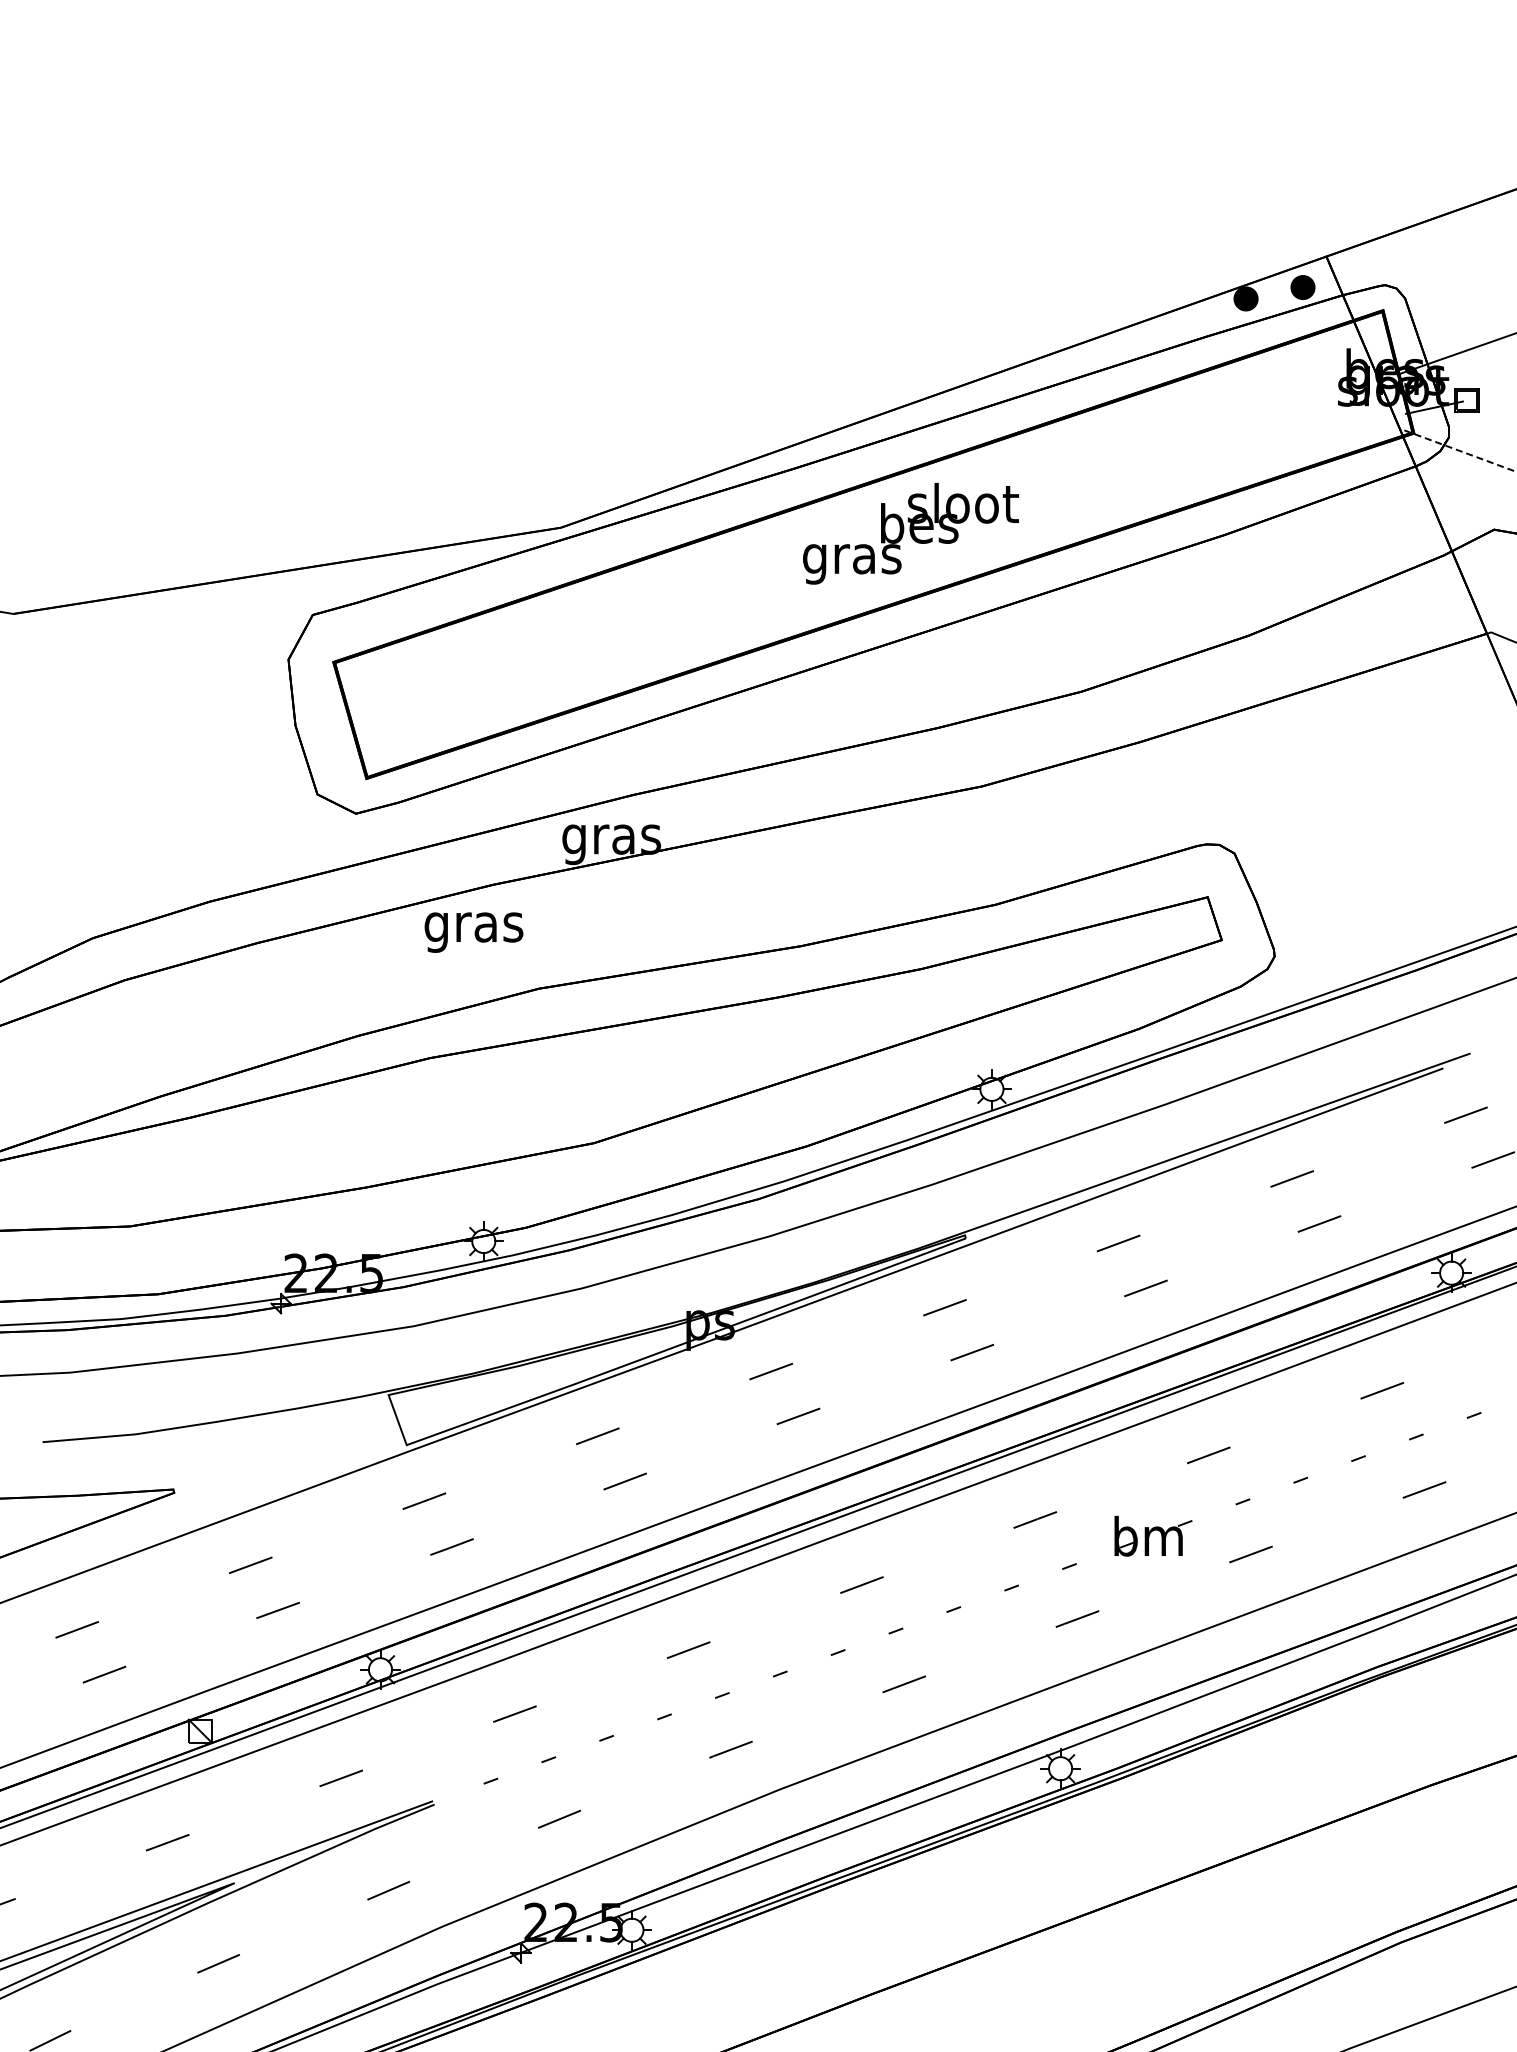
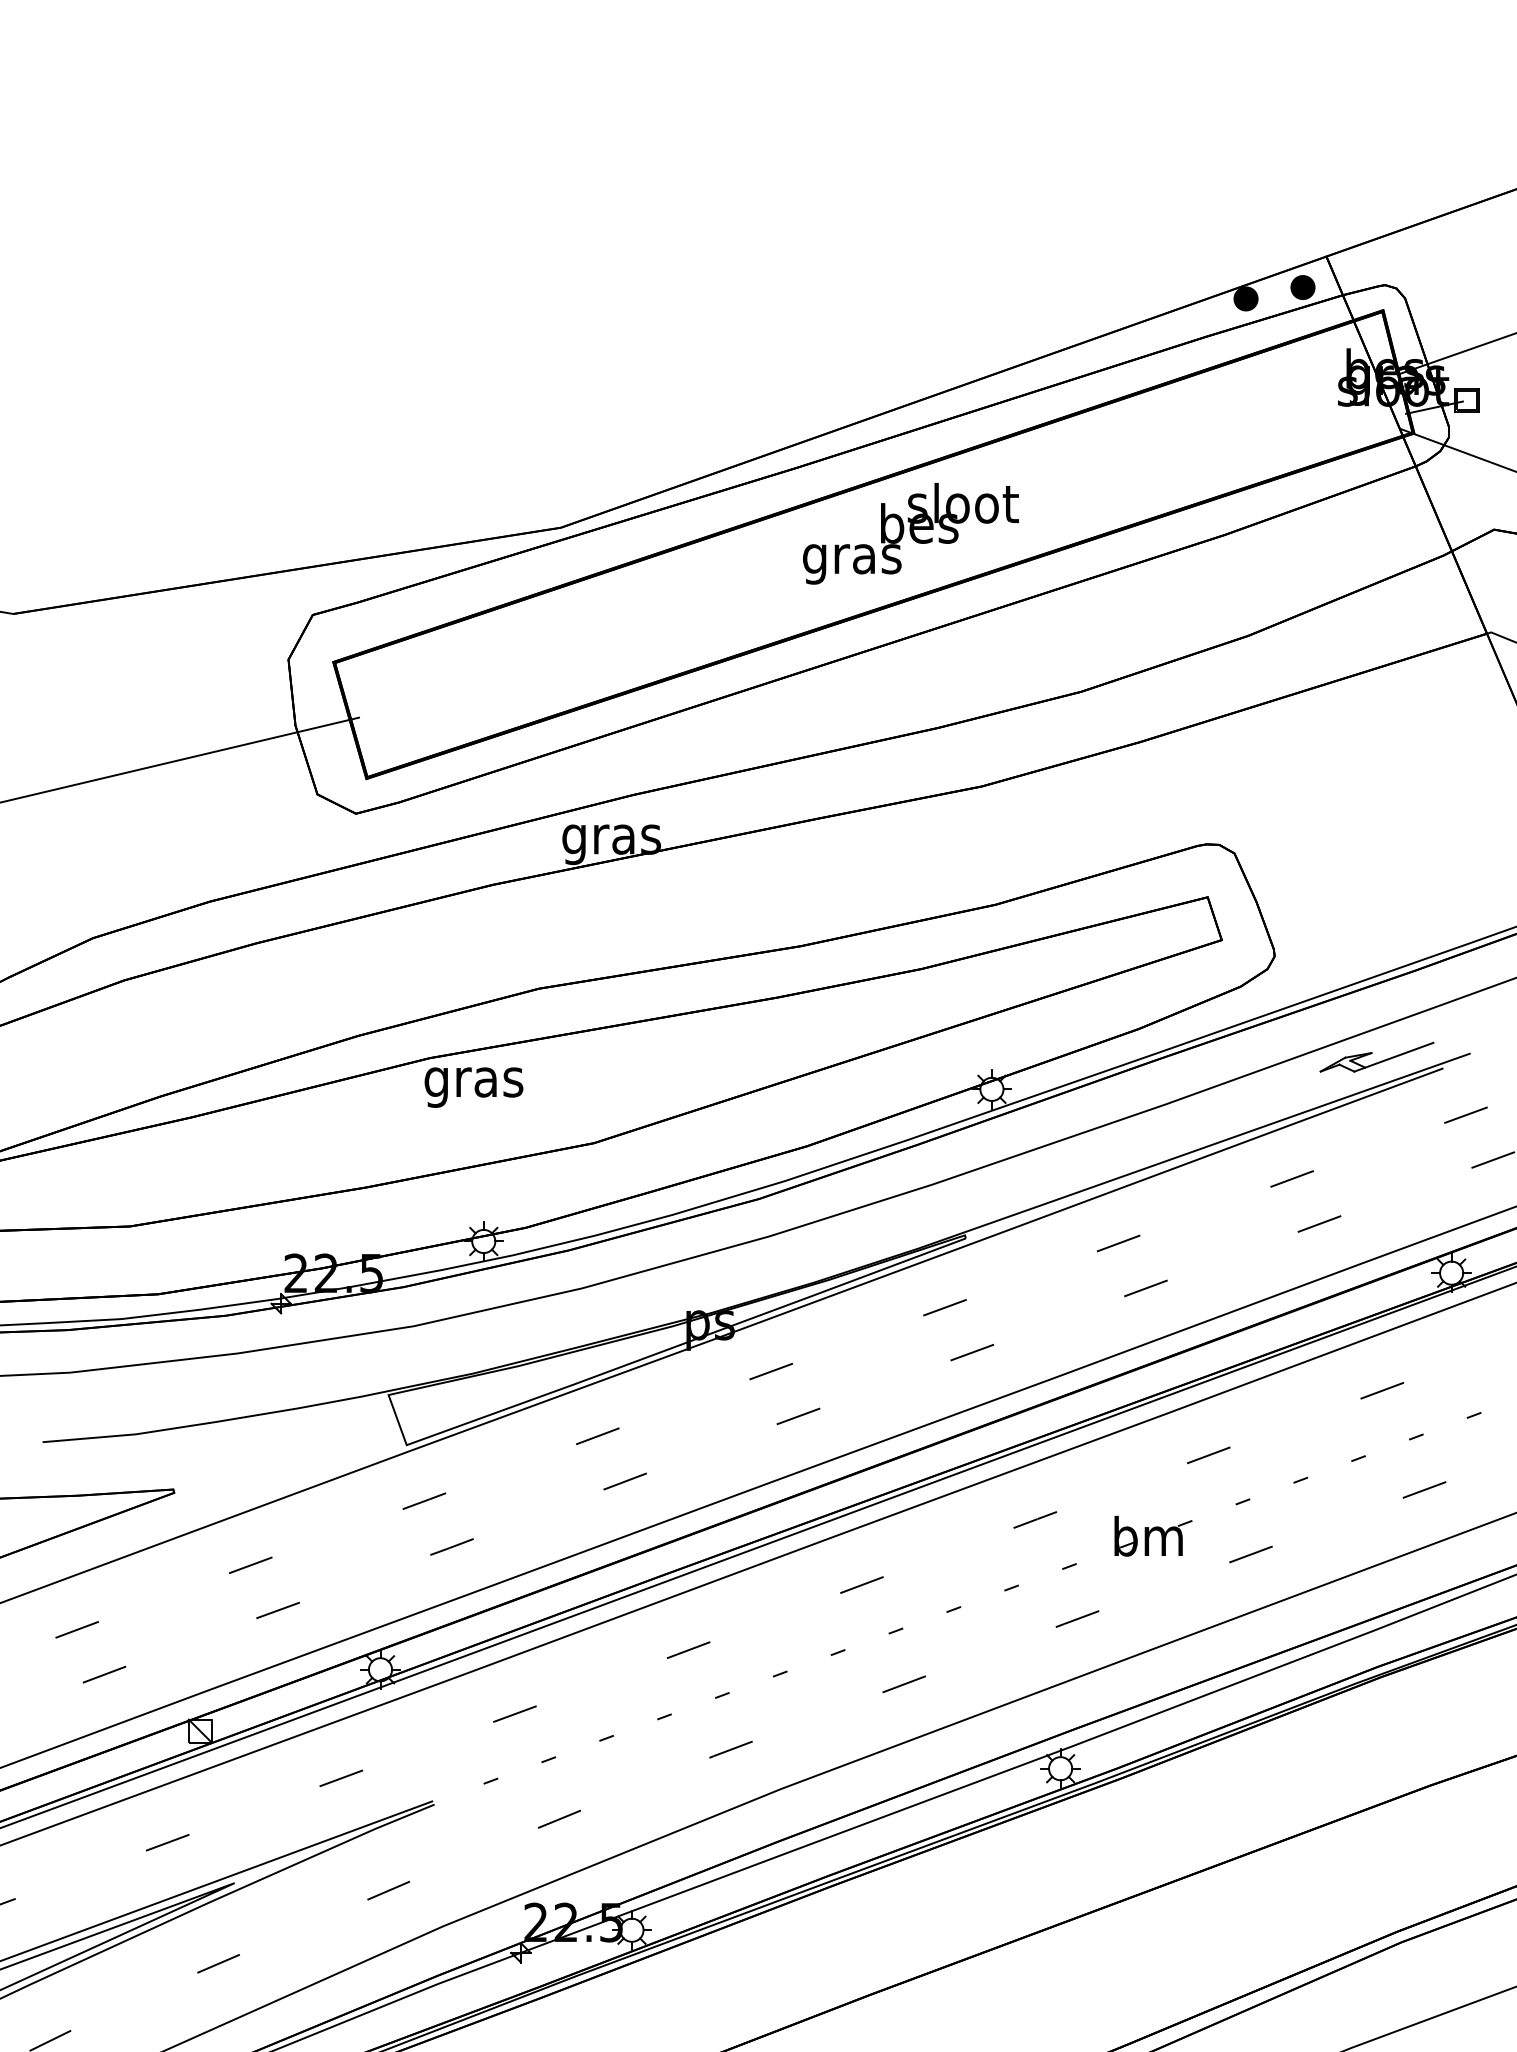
line at (1458, 450): dashed -> solid
line at (180, 759): none -> present
text at (473, 932) position: (473, 932) -> (473, 1087)
part at (1376, 1056): none -> present
